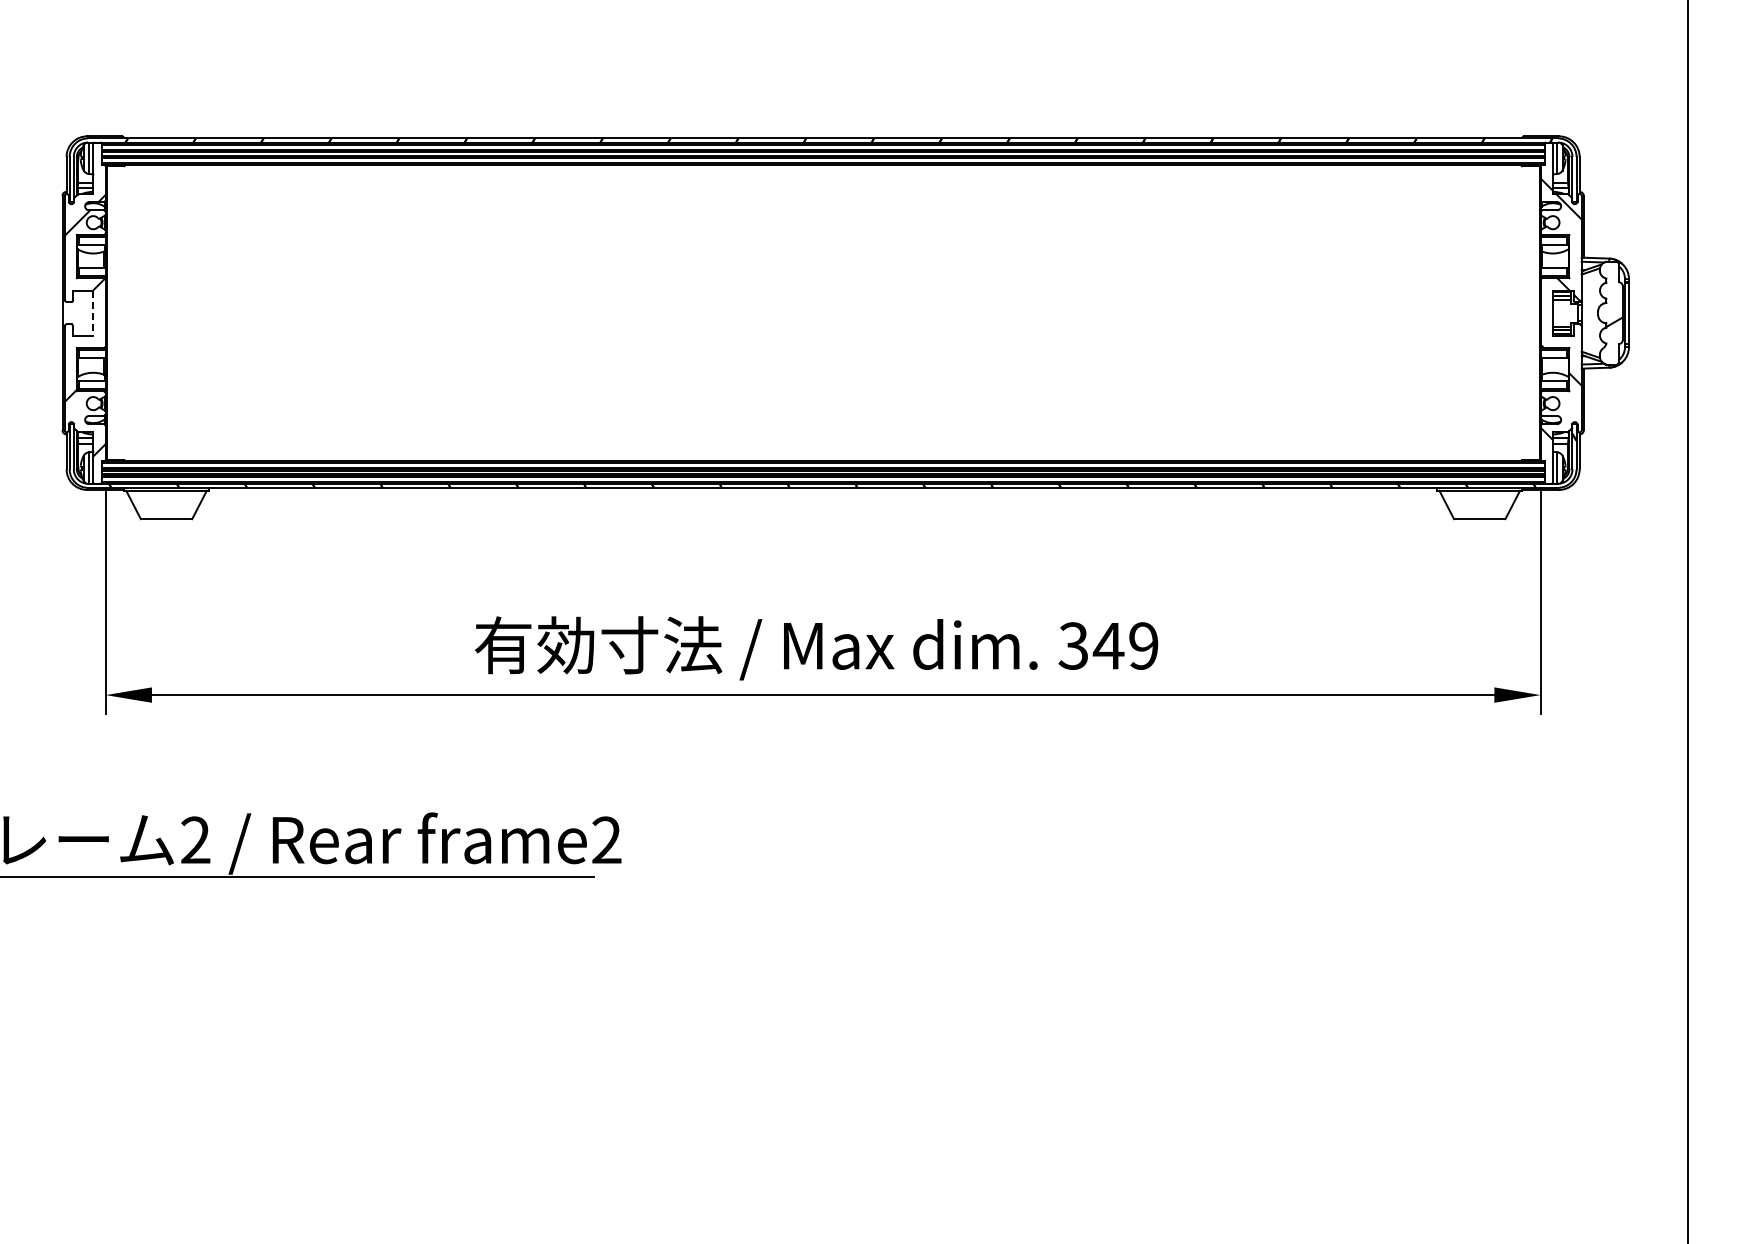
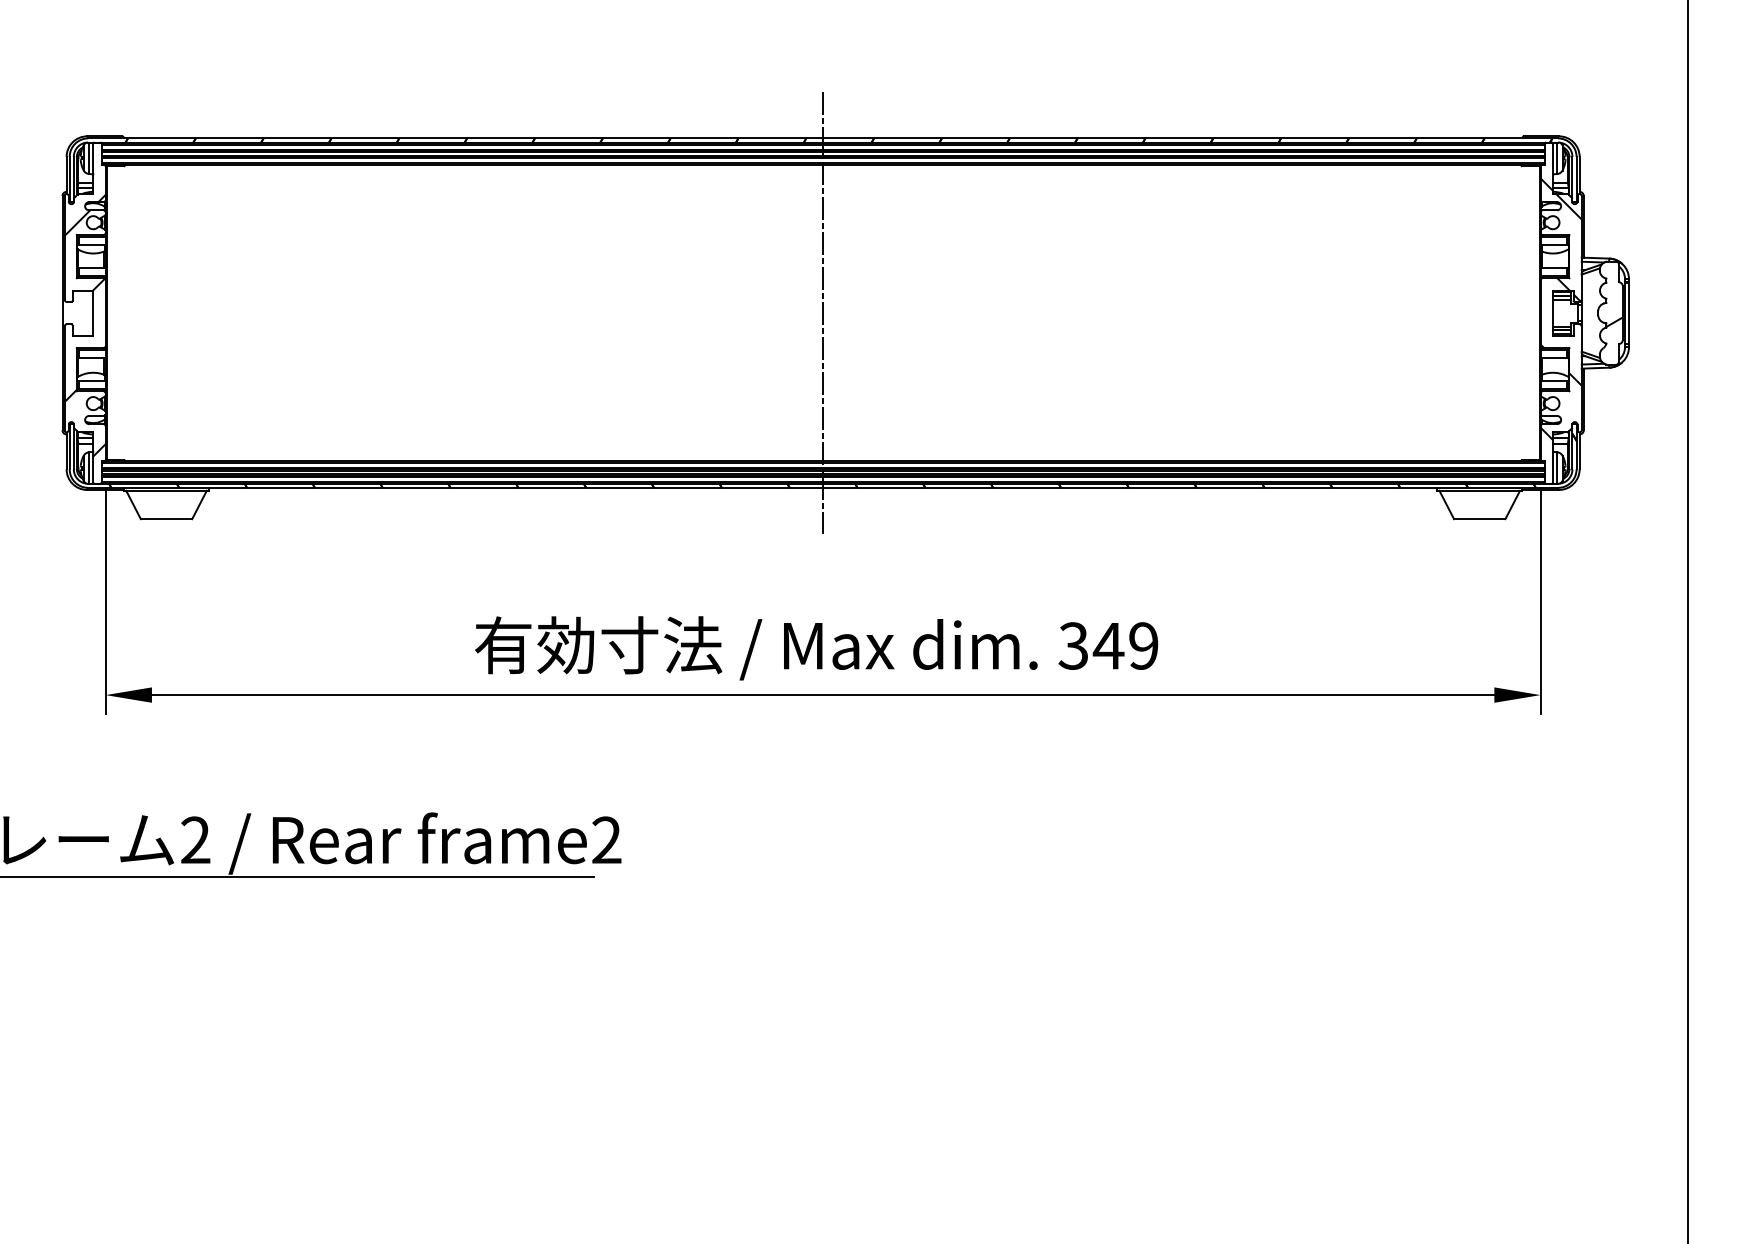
line at (93, 313): dashed -> solid
line at (823, 313): none -> present
